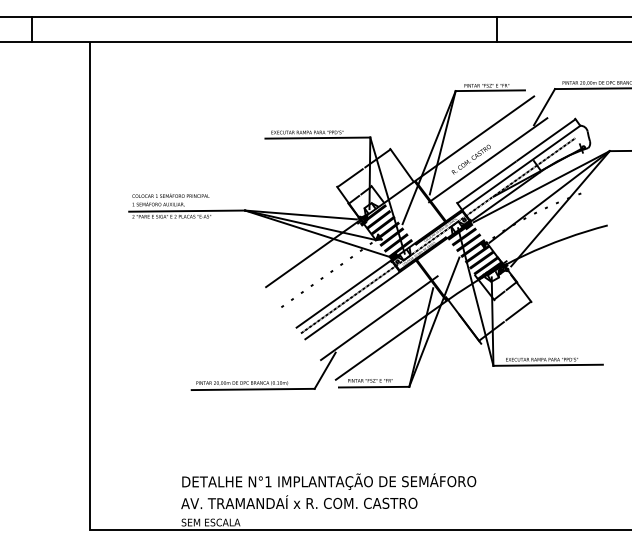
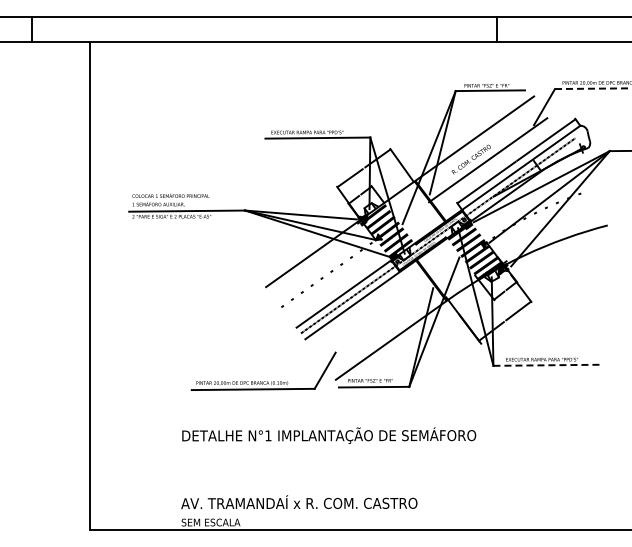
line at (593, 88): solid -> dashed
line at (379, 318): present -> none
line at (548, 365): solid -> dashed
text at (329, 481) position: (329, 481) -> (329, 435)
